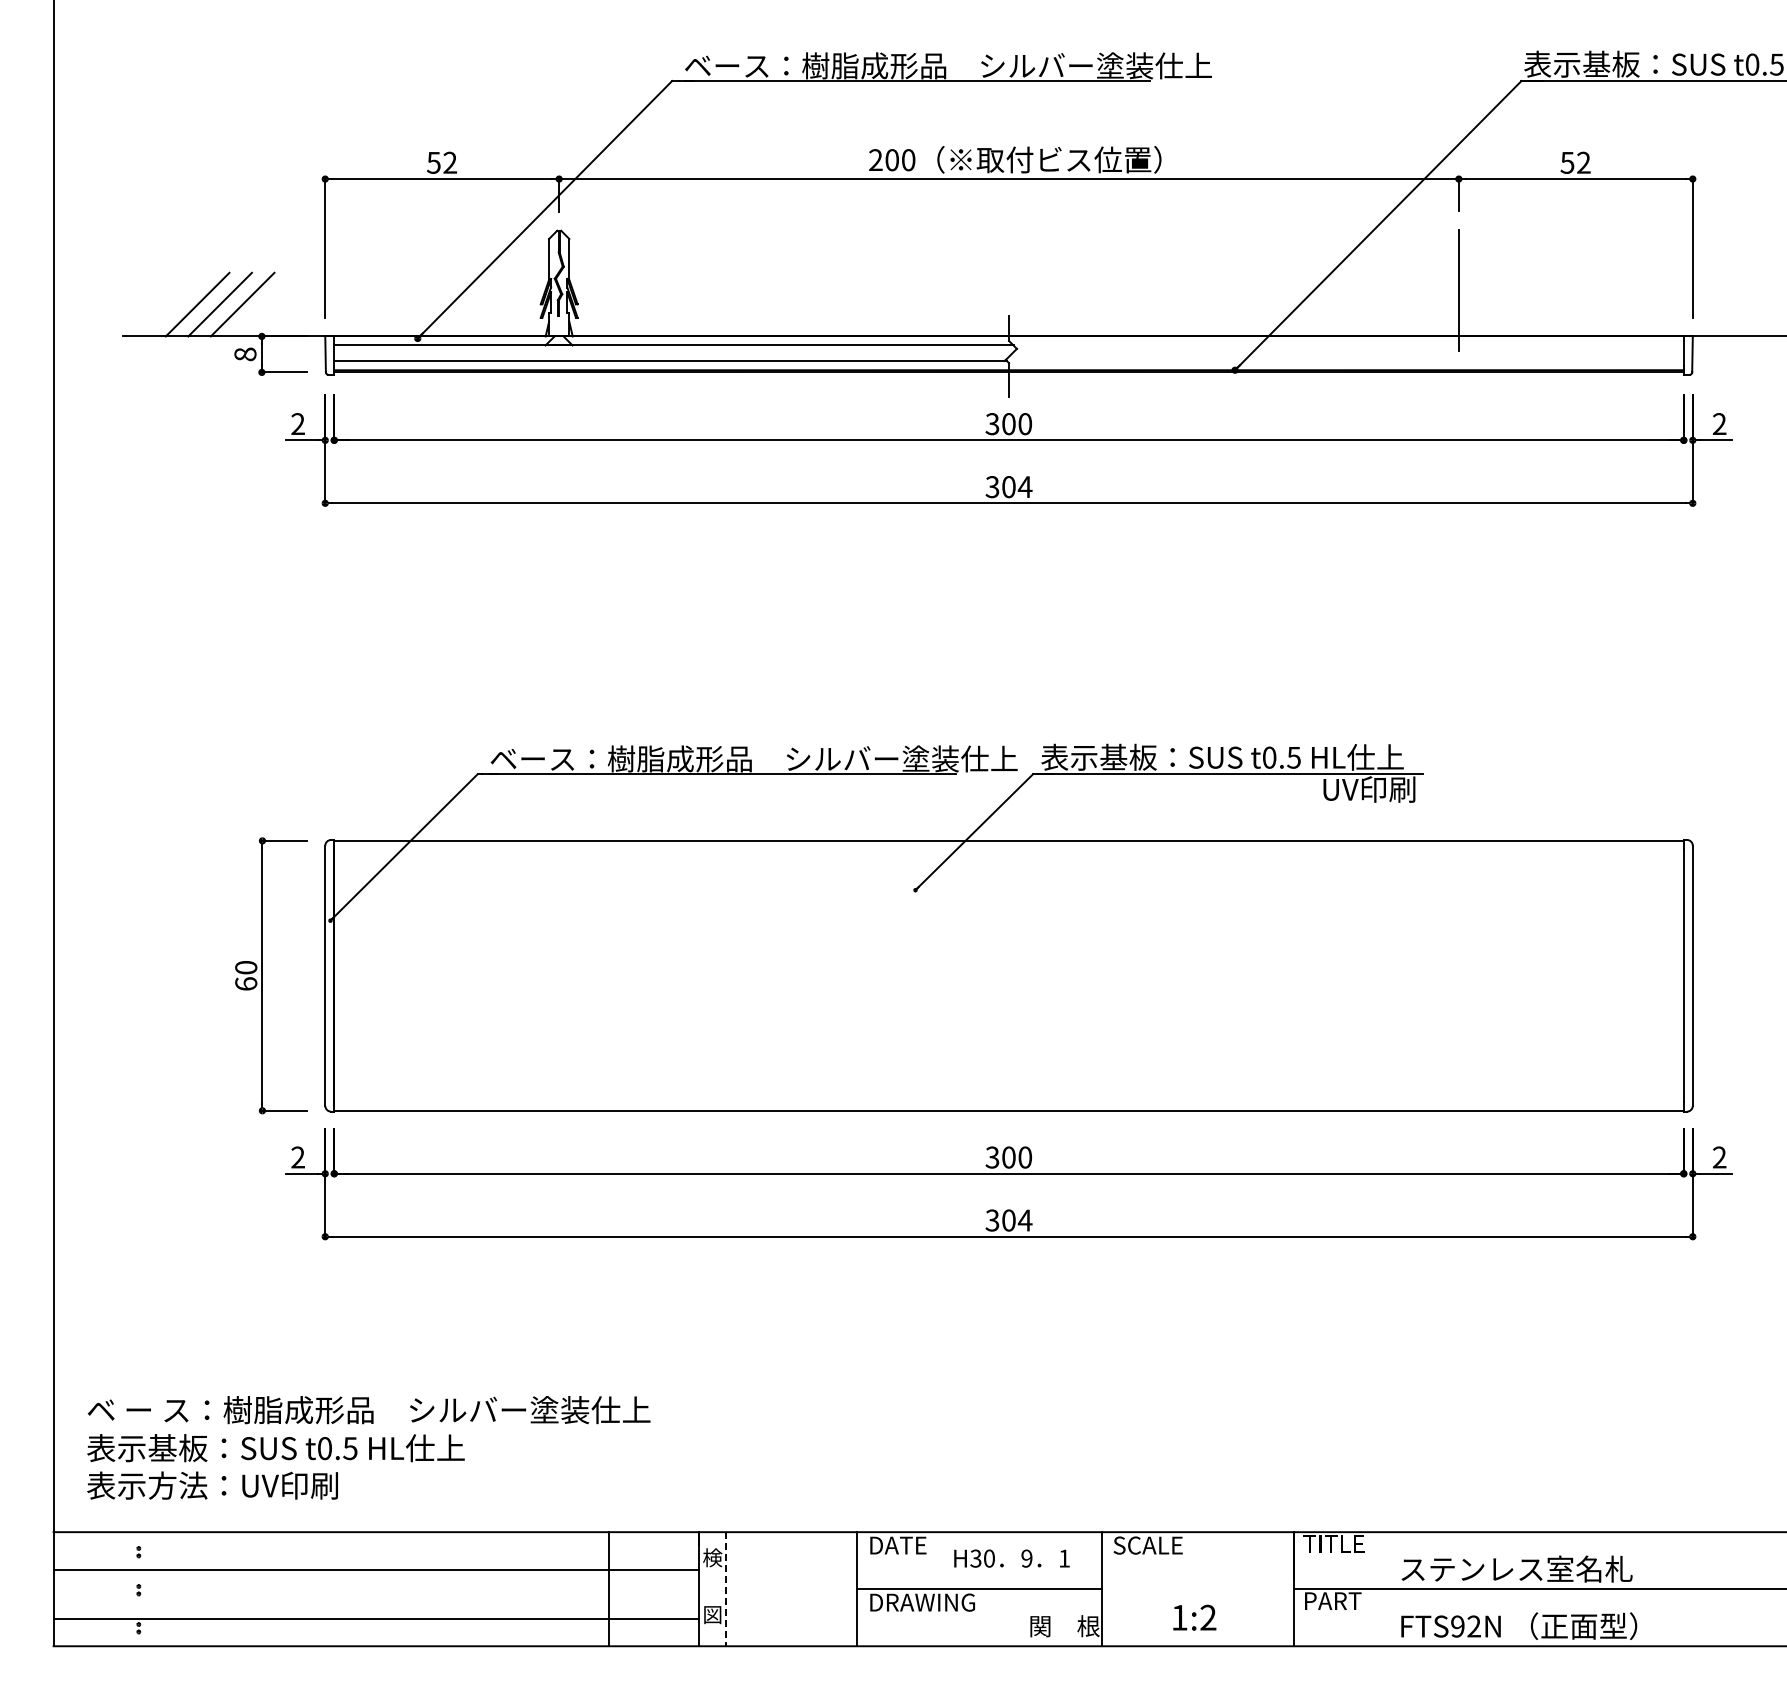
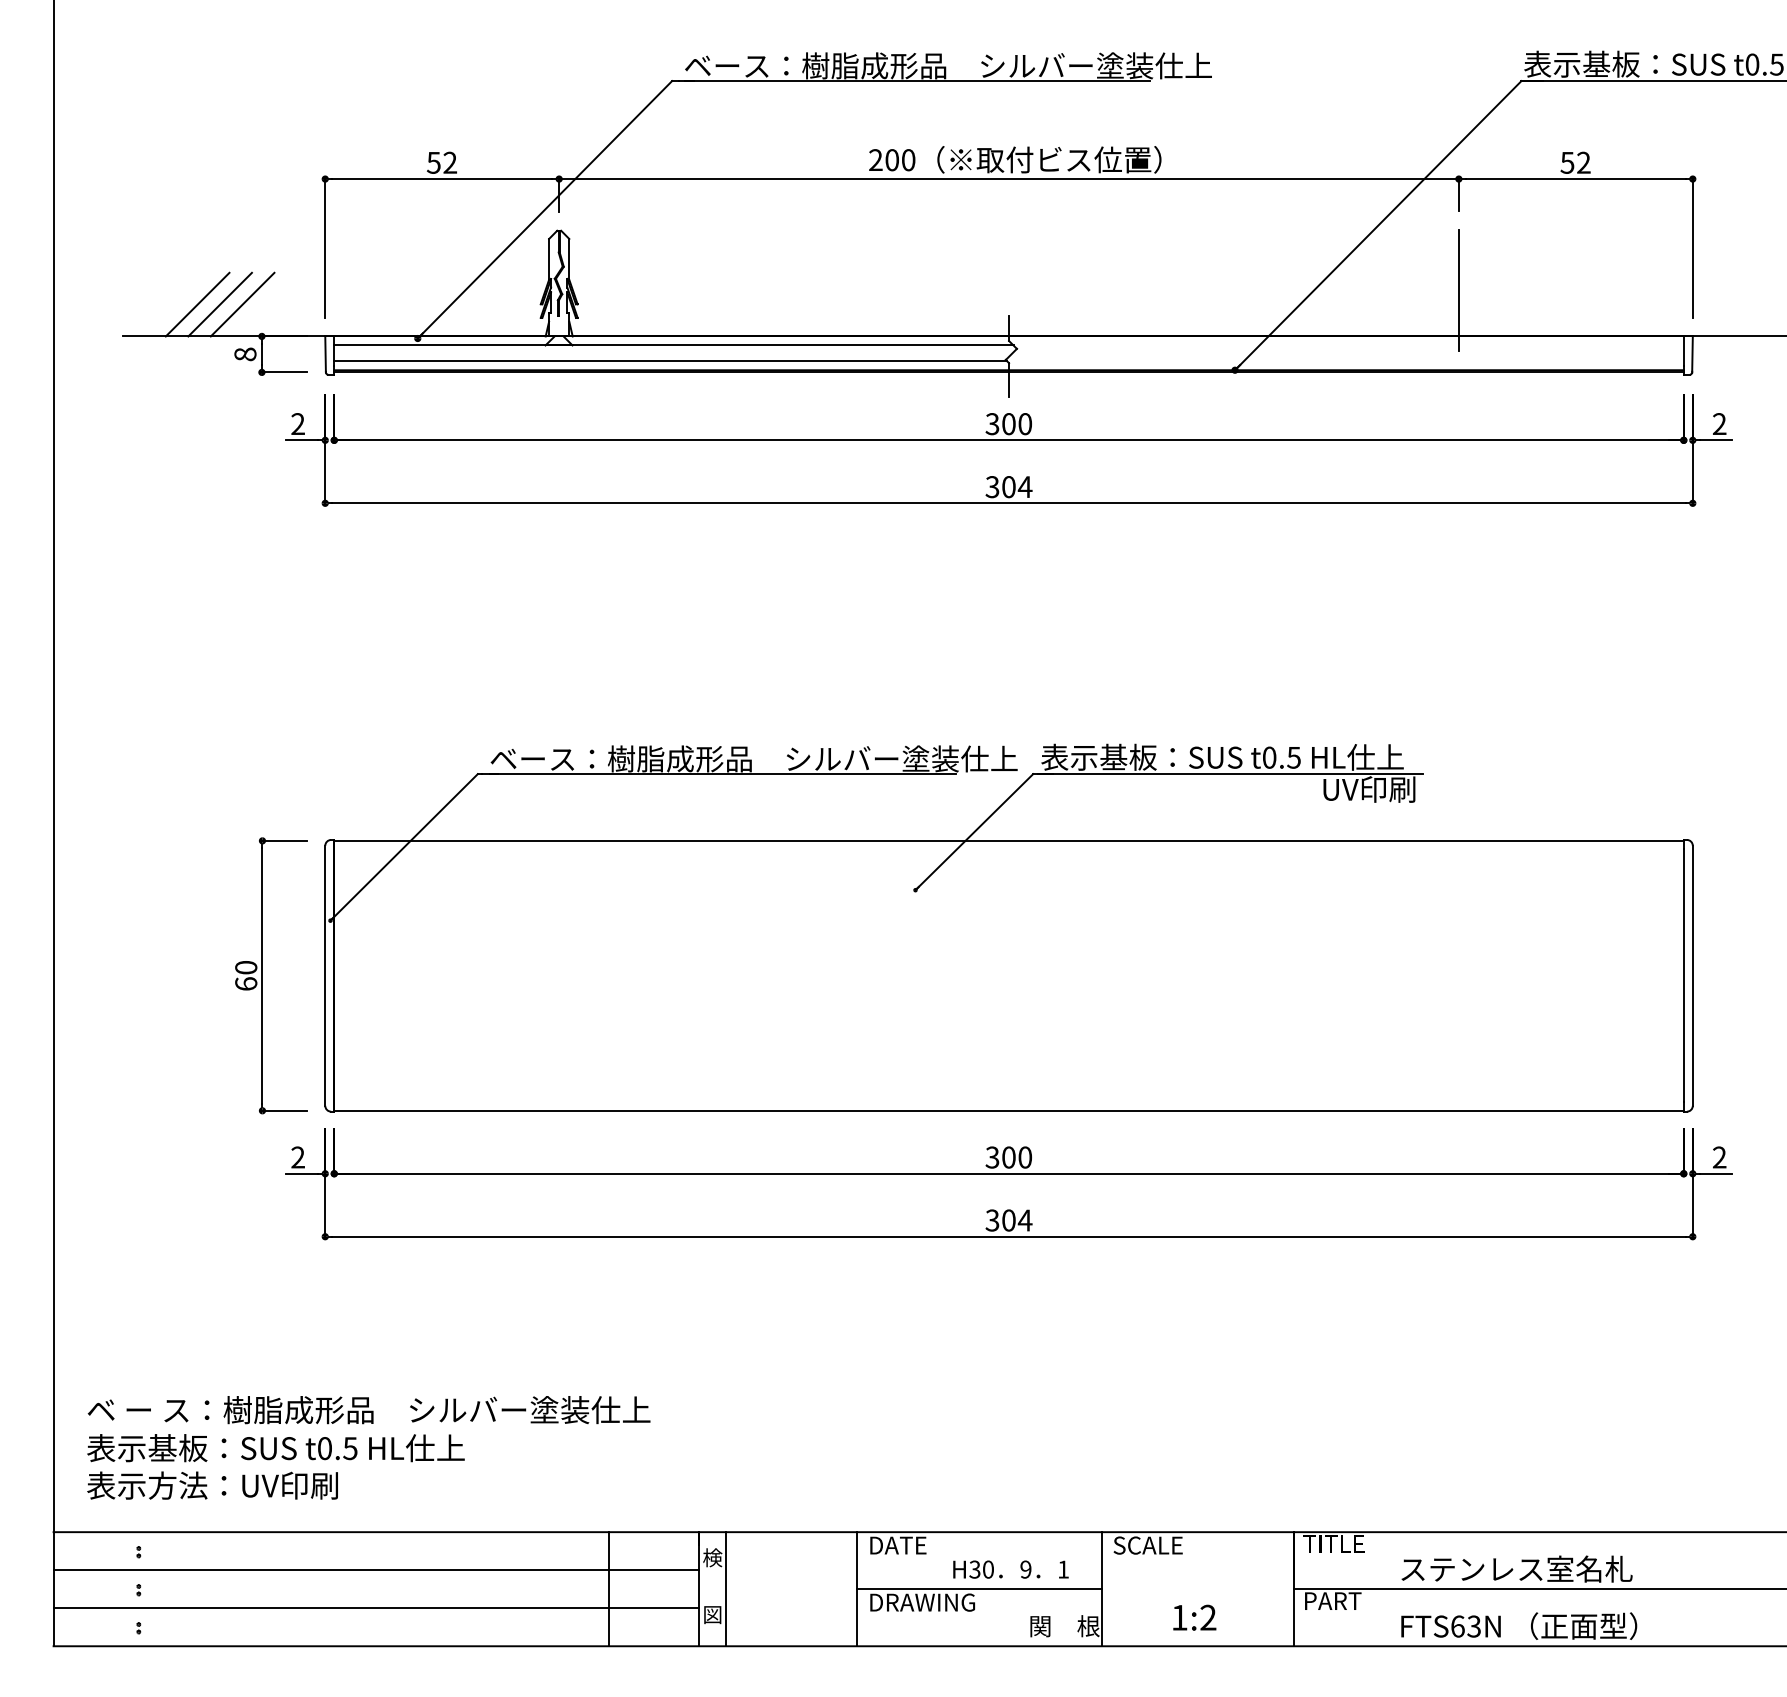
text at (1011, 1558) position: (1011, 1558) -> (1010, 1569)
line at (726, 1589): dashed -> solid
line at (376, 1619) position: (376, 1619) -> (376, 1608)
text at (1465, 1626): FTS92N -> FTS63N
